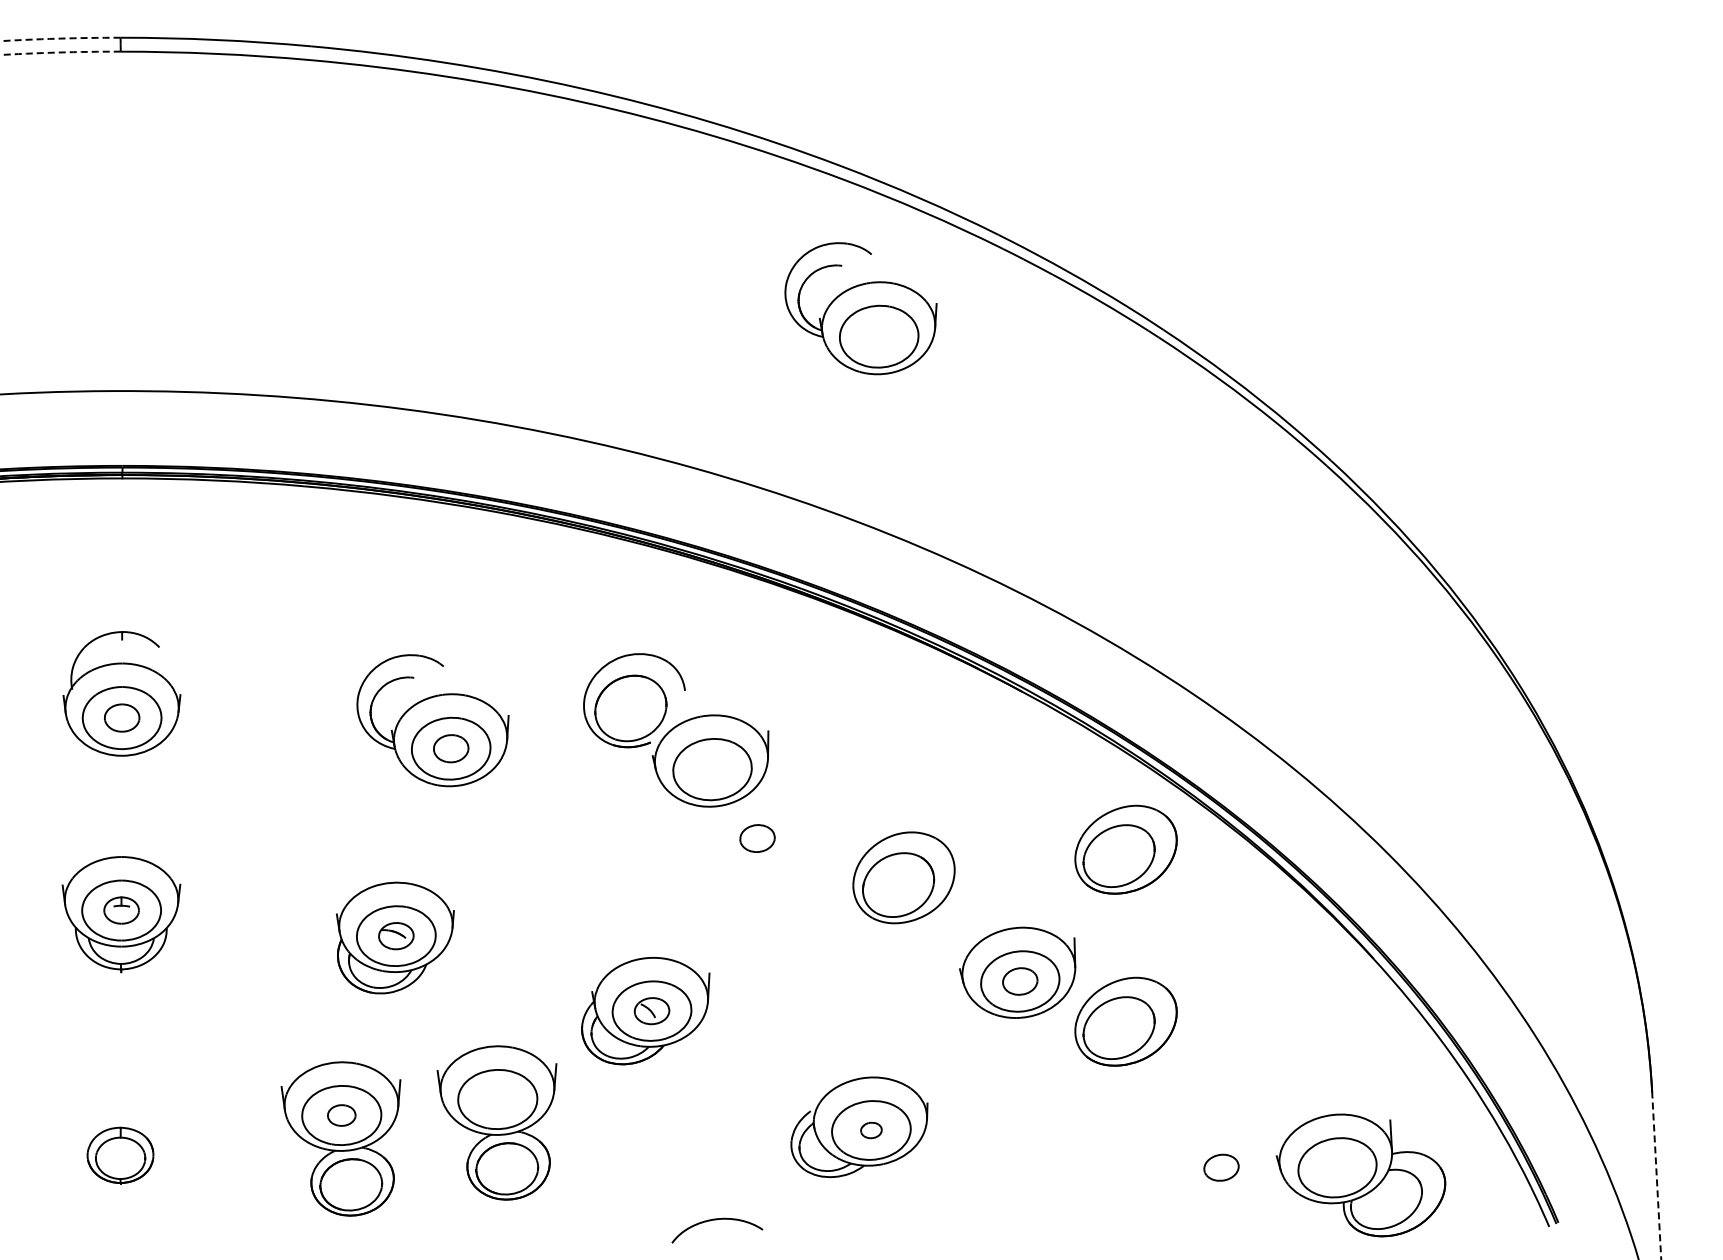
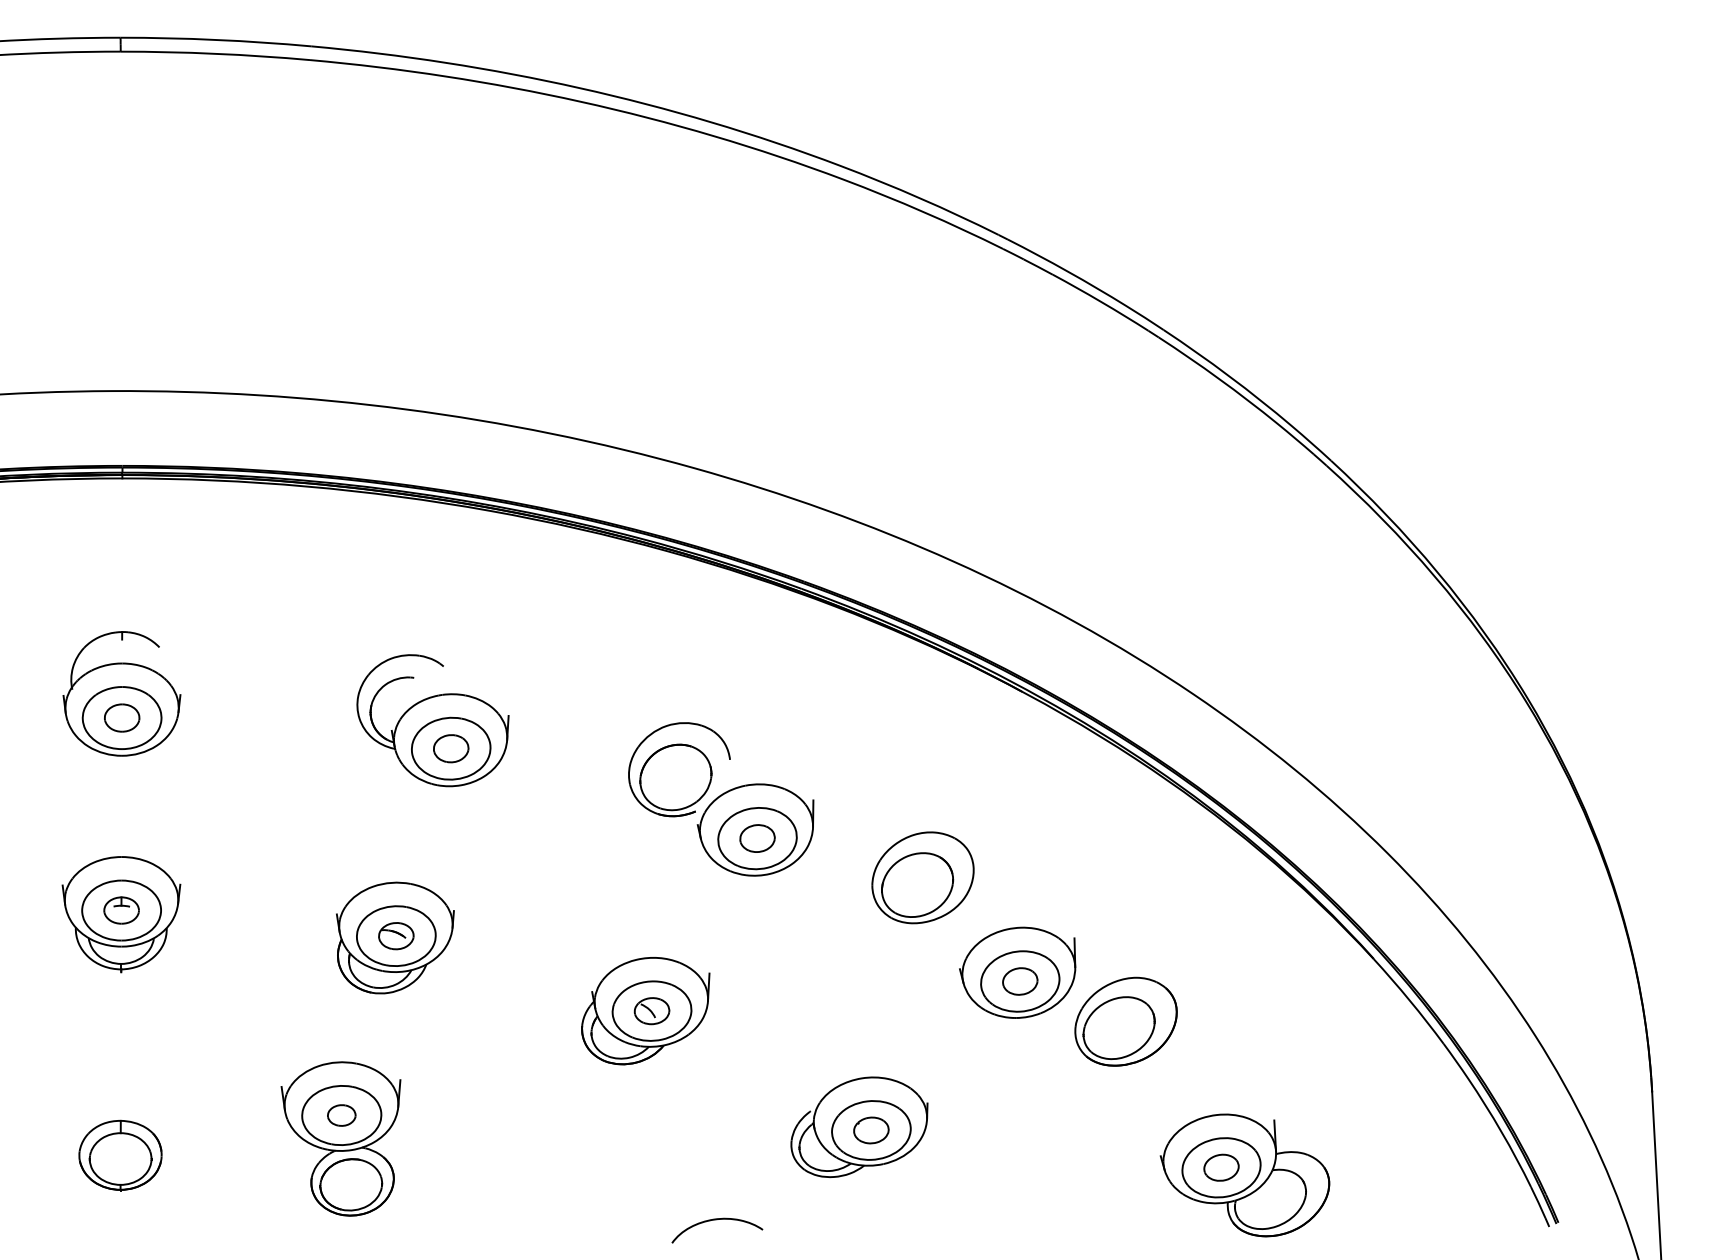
arc at (59, 38): dashed -> solid
arc at (59, 52): dashed -> solid
part at (860, 308): present -> none
part at (676, 730) position: (676, 730) -> (721, 799)
part at (1125, 849): present -> none
part at (903, 877) position: (903, 877) -> (922, 877)
part at (496, 1122): present -> none
part at (871, 1130) size: 23x19 px -> 37x29 px
part at (120, 1155) size: 69x59 px -> 85x73 px
part at (1360, 1175) position: (1360, 1175) -> (1244, 1175)
line at (1656, 1175): dashed -> solid
